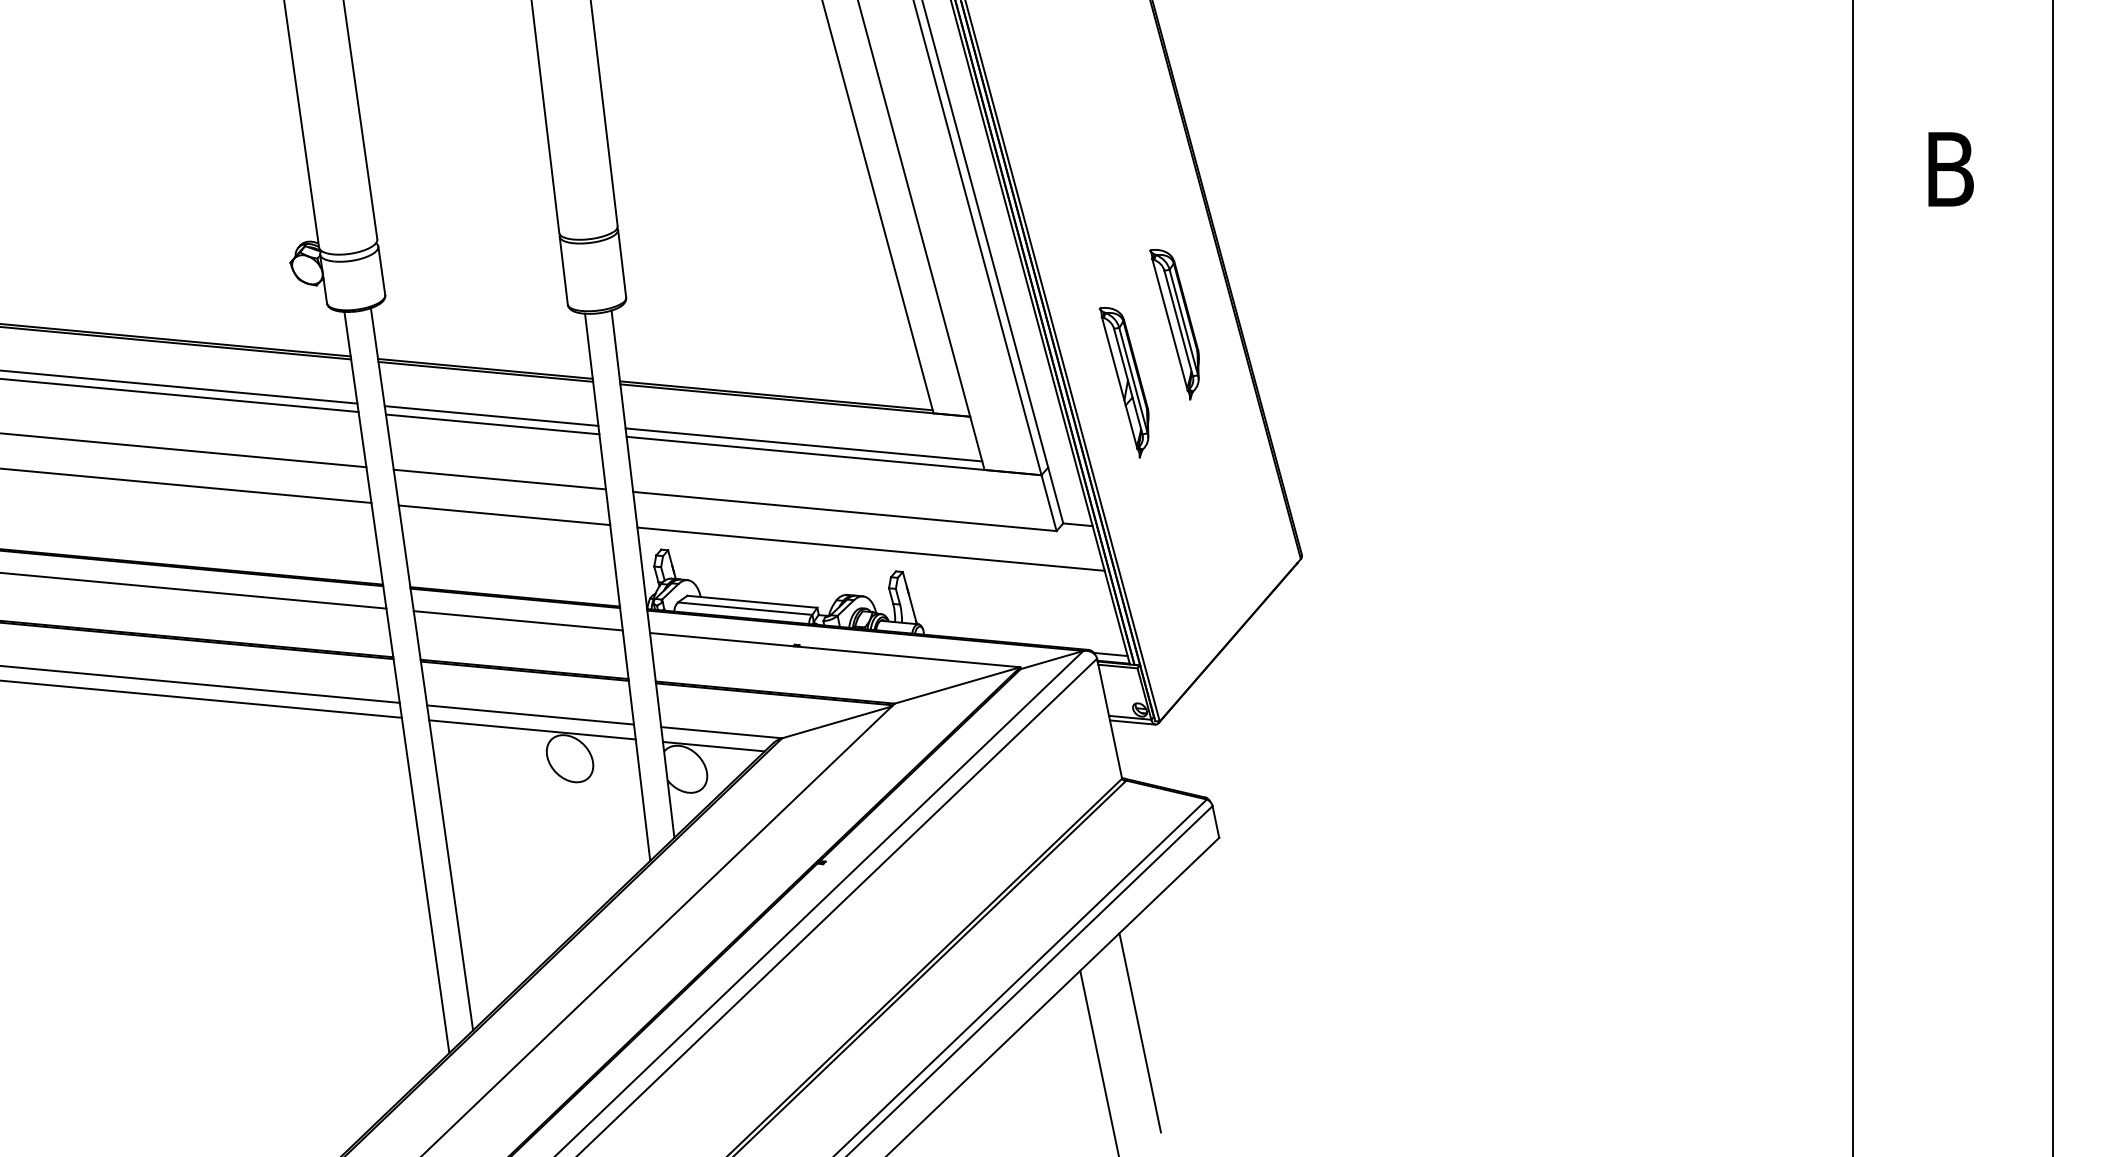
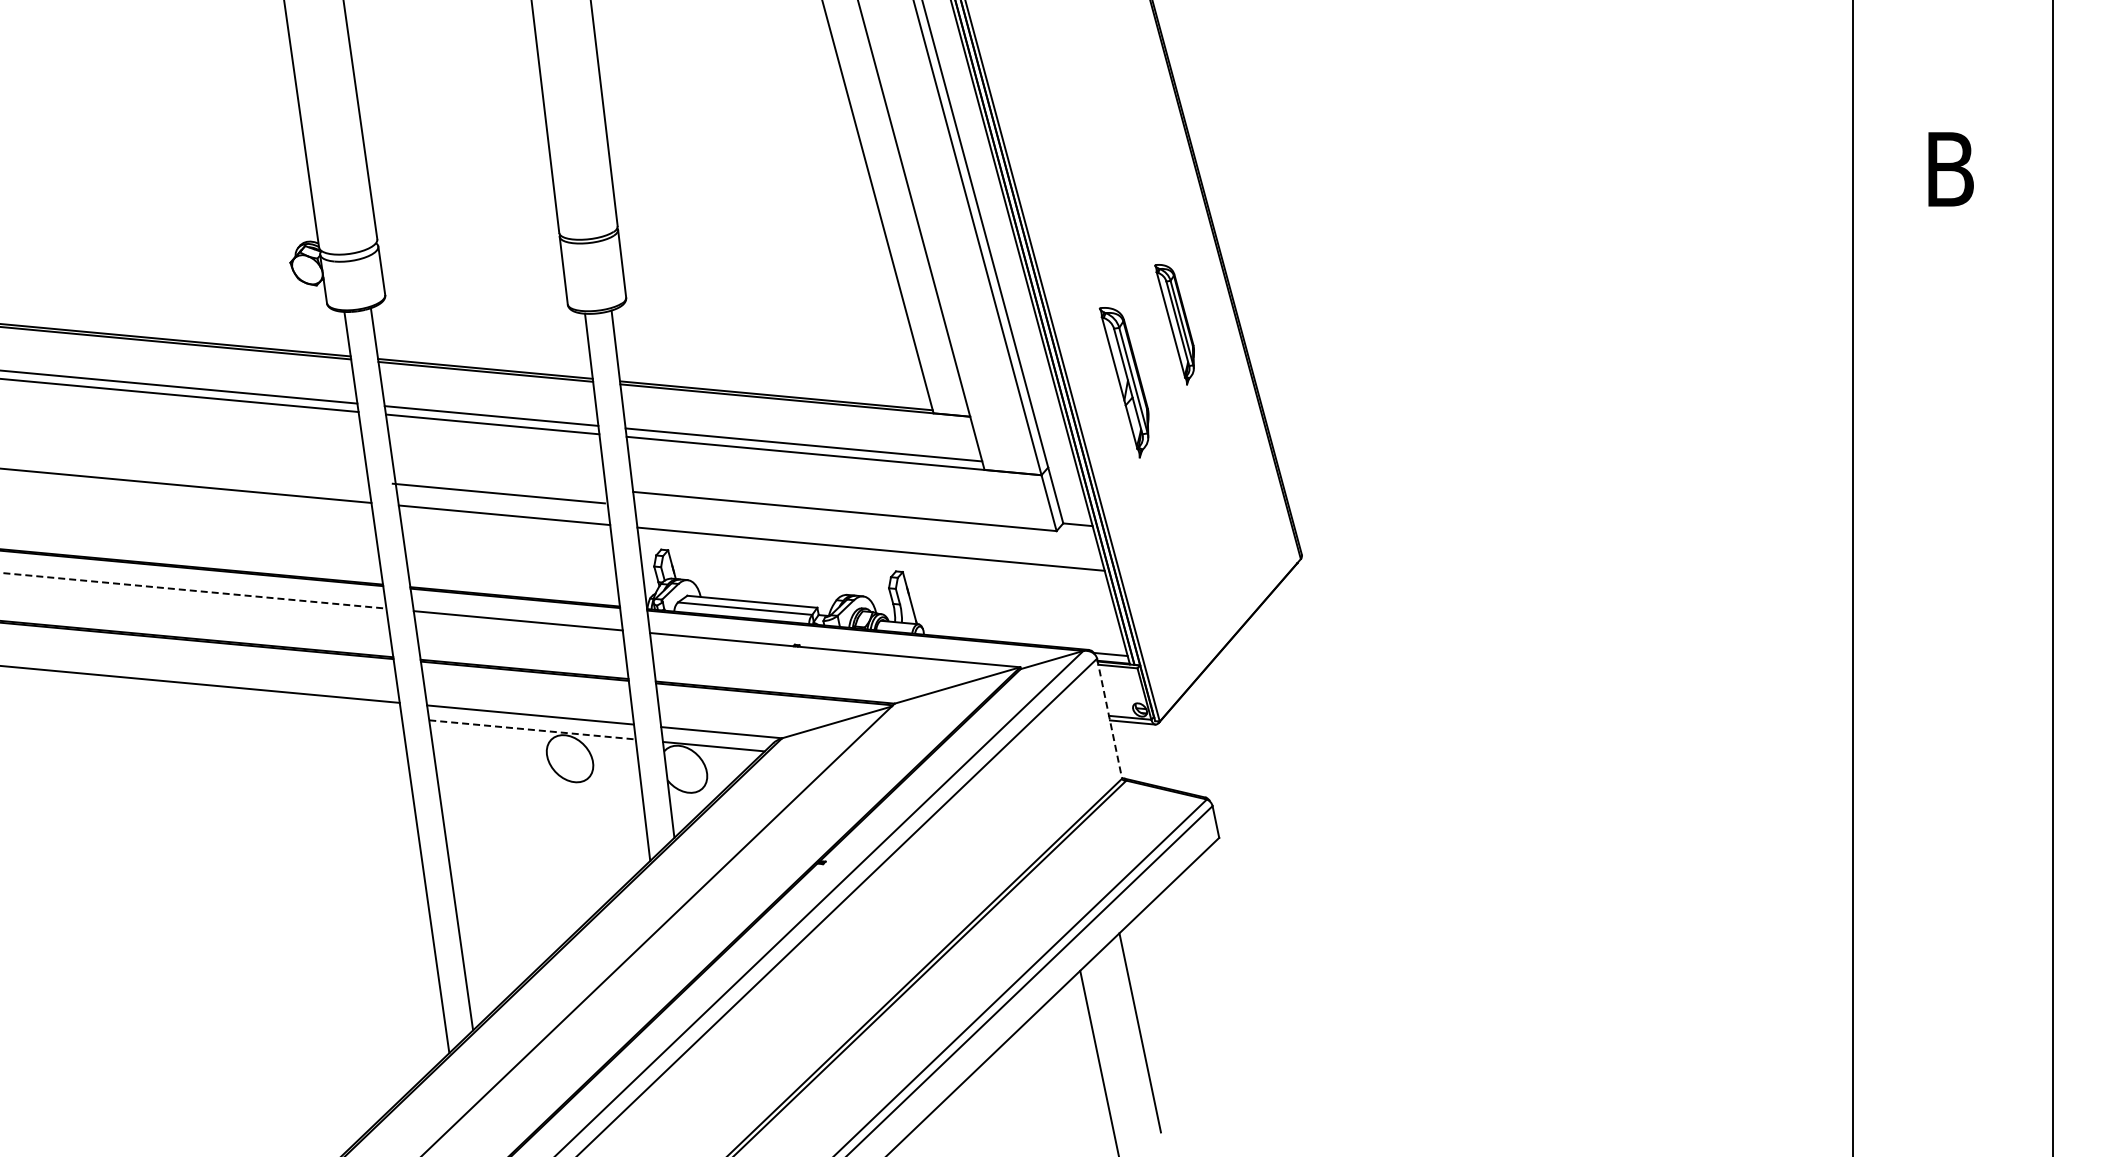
part at (1174, 324) size: 51x152 px -> 41x122 px
line at (184, 450): present -> none
line at (499, 479) position: (499, 479) -> (498, 493)
line at (193, 590): solid -> dashed
line at (201, 698): present -> none
line at (1109, 719): solid -> dashed
line at (532, 729): solid -> dashed
